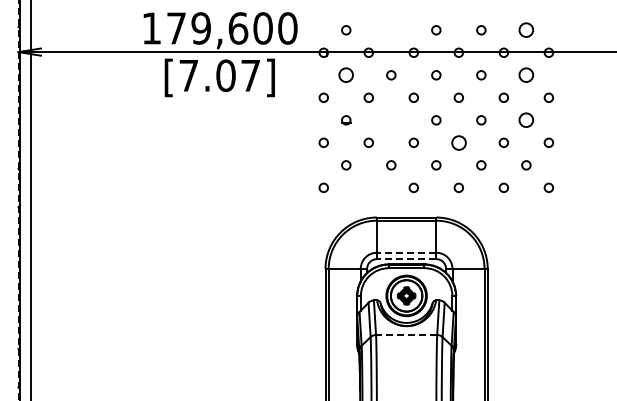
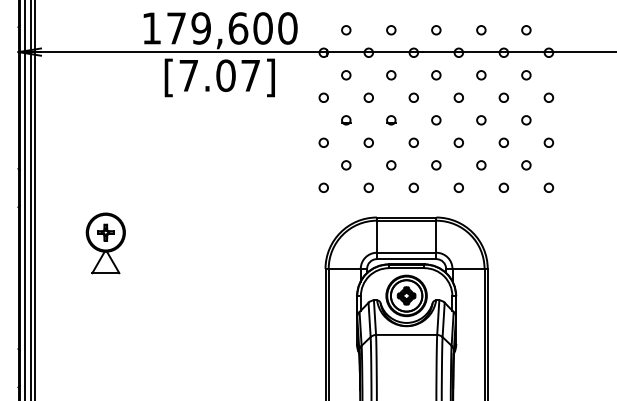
circle at (525, 29) size: 16x16 px -> 11x11 px
circle at (391, 30): none -> present
circle at (345, 74) size: 16x16 px -> 11x11 px
circle at (525, 74) size: 16x16 px -> 11x11 px
circle at (525, 119) size: 16x16 px -> 11x11 px
part at (391, 120): none -> present
circle at (458, 142) size: 16x16 px -> 11x11 px
circle at (368, 187): none -> present
line at (25, 199): none -> present
line at (34, 199): none -> present
line at (18, 200): dashed -> solid
part at (105, 243): none -> present
line at (406, 252): dashed -> solid
line at (406, 259): dashed -> solid
line at (406, 334): dashed -> solid
